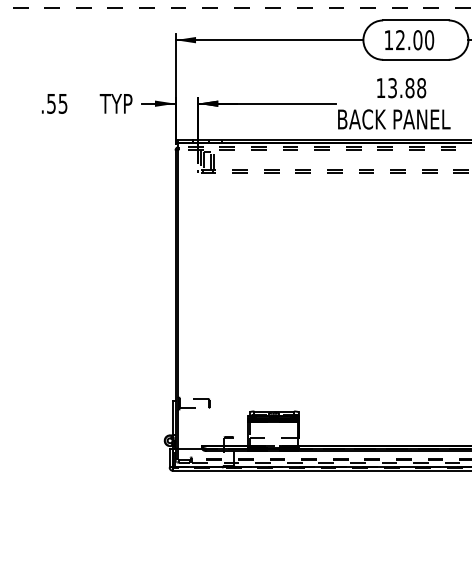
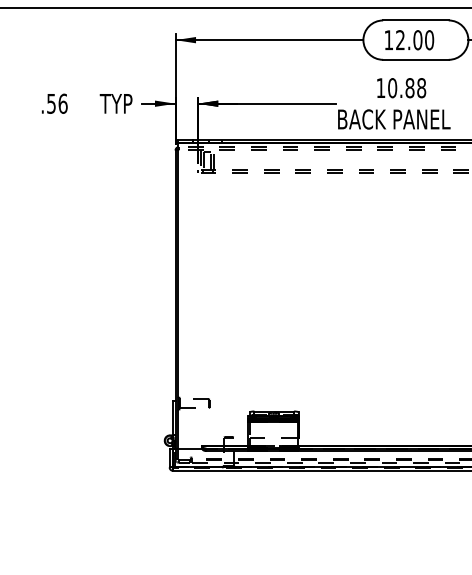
line at (236, 8): dashed -> solid
text at (392, 88): 13.88 -> 10.88
text at (62, 103): .55 -> .56
